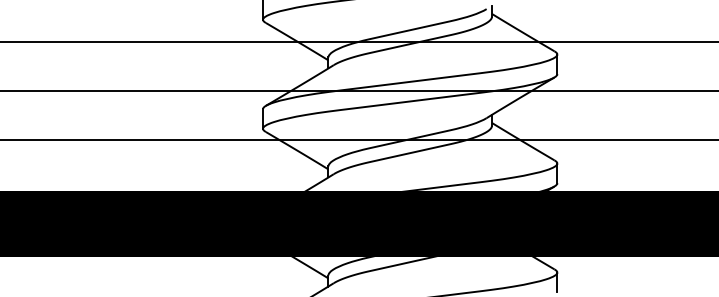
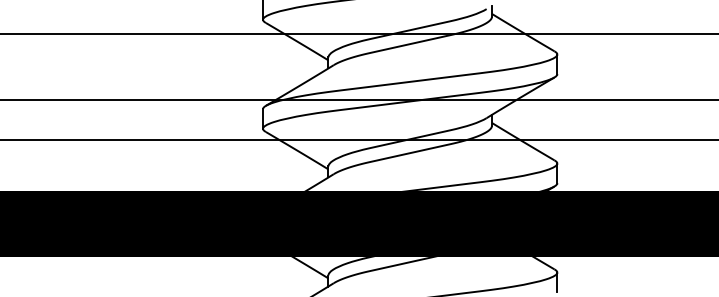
line at (358, 41) position: (358, 41) -> (358, 33)
line at (358, 90) position: (358, 90) -> (358, 99)
